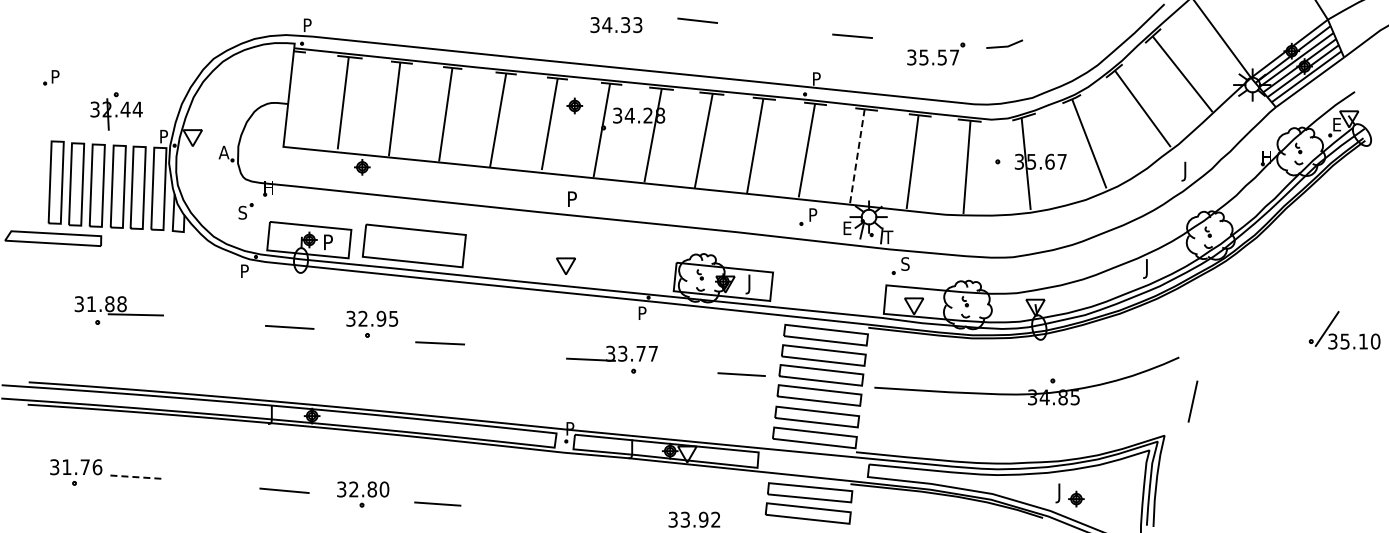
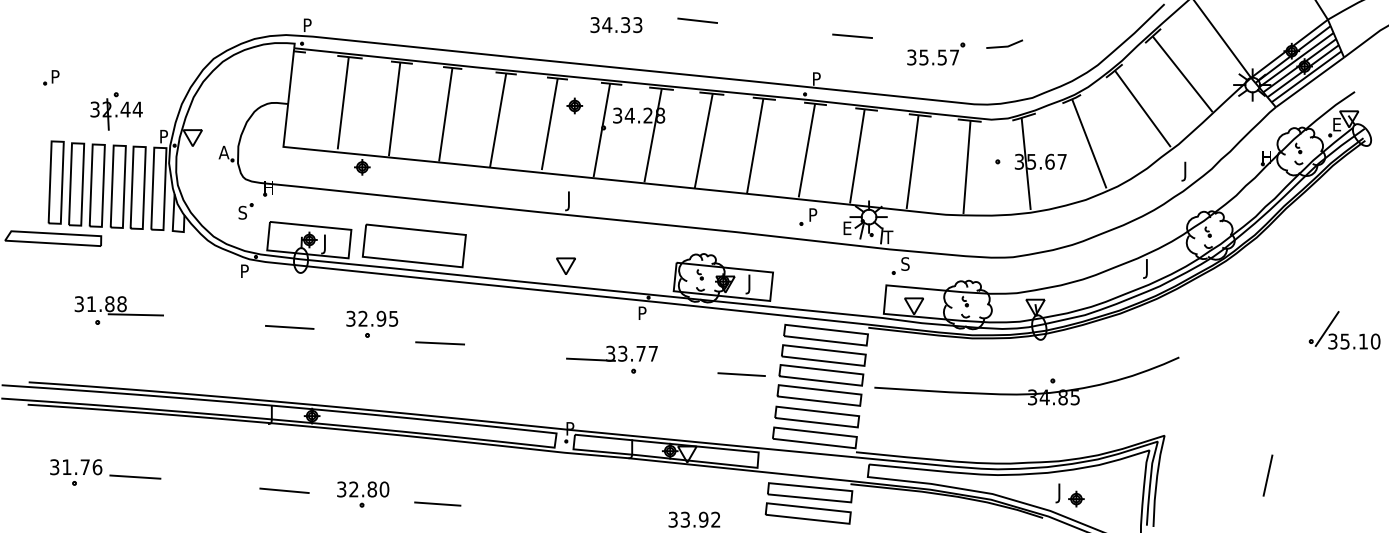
line at (857, 156): dashed -> solid
text at (570, 201): P -> J
text at (326, 244): P -> J
line at (1192, 401) position: (1192, 401) -> (1267, 475)
line at (135, 477): dashed -> solid
